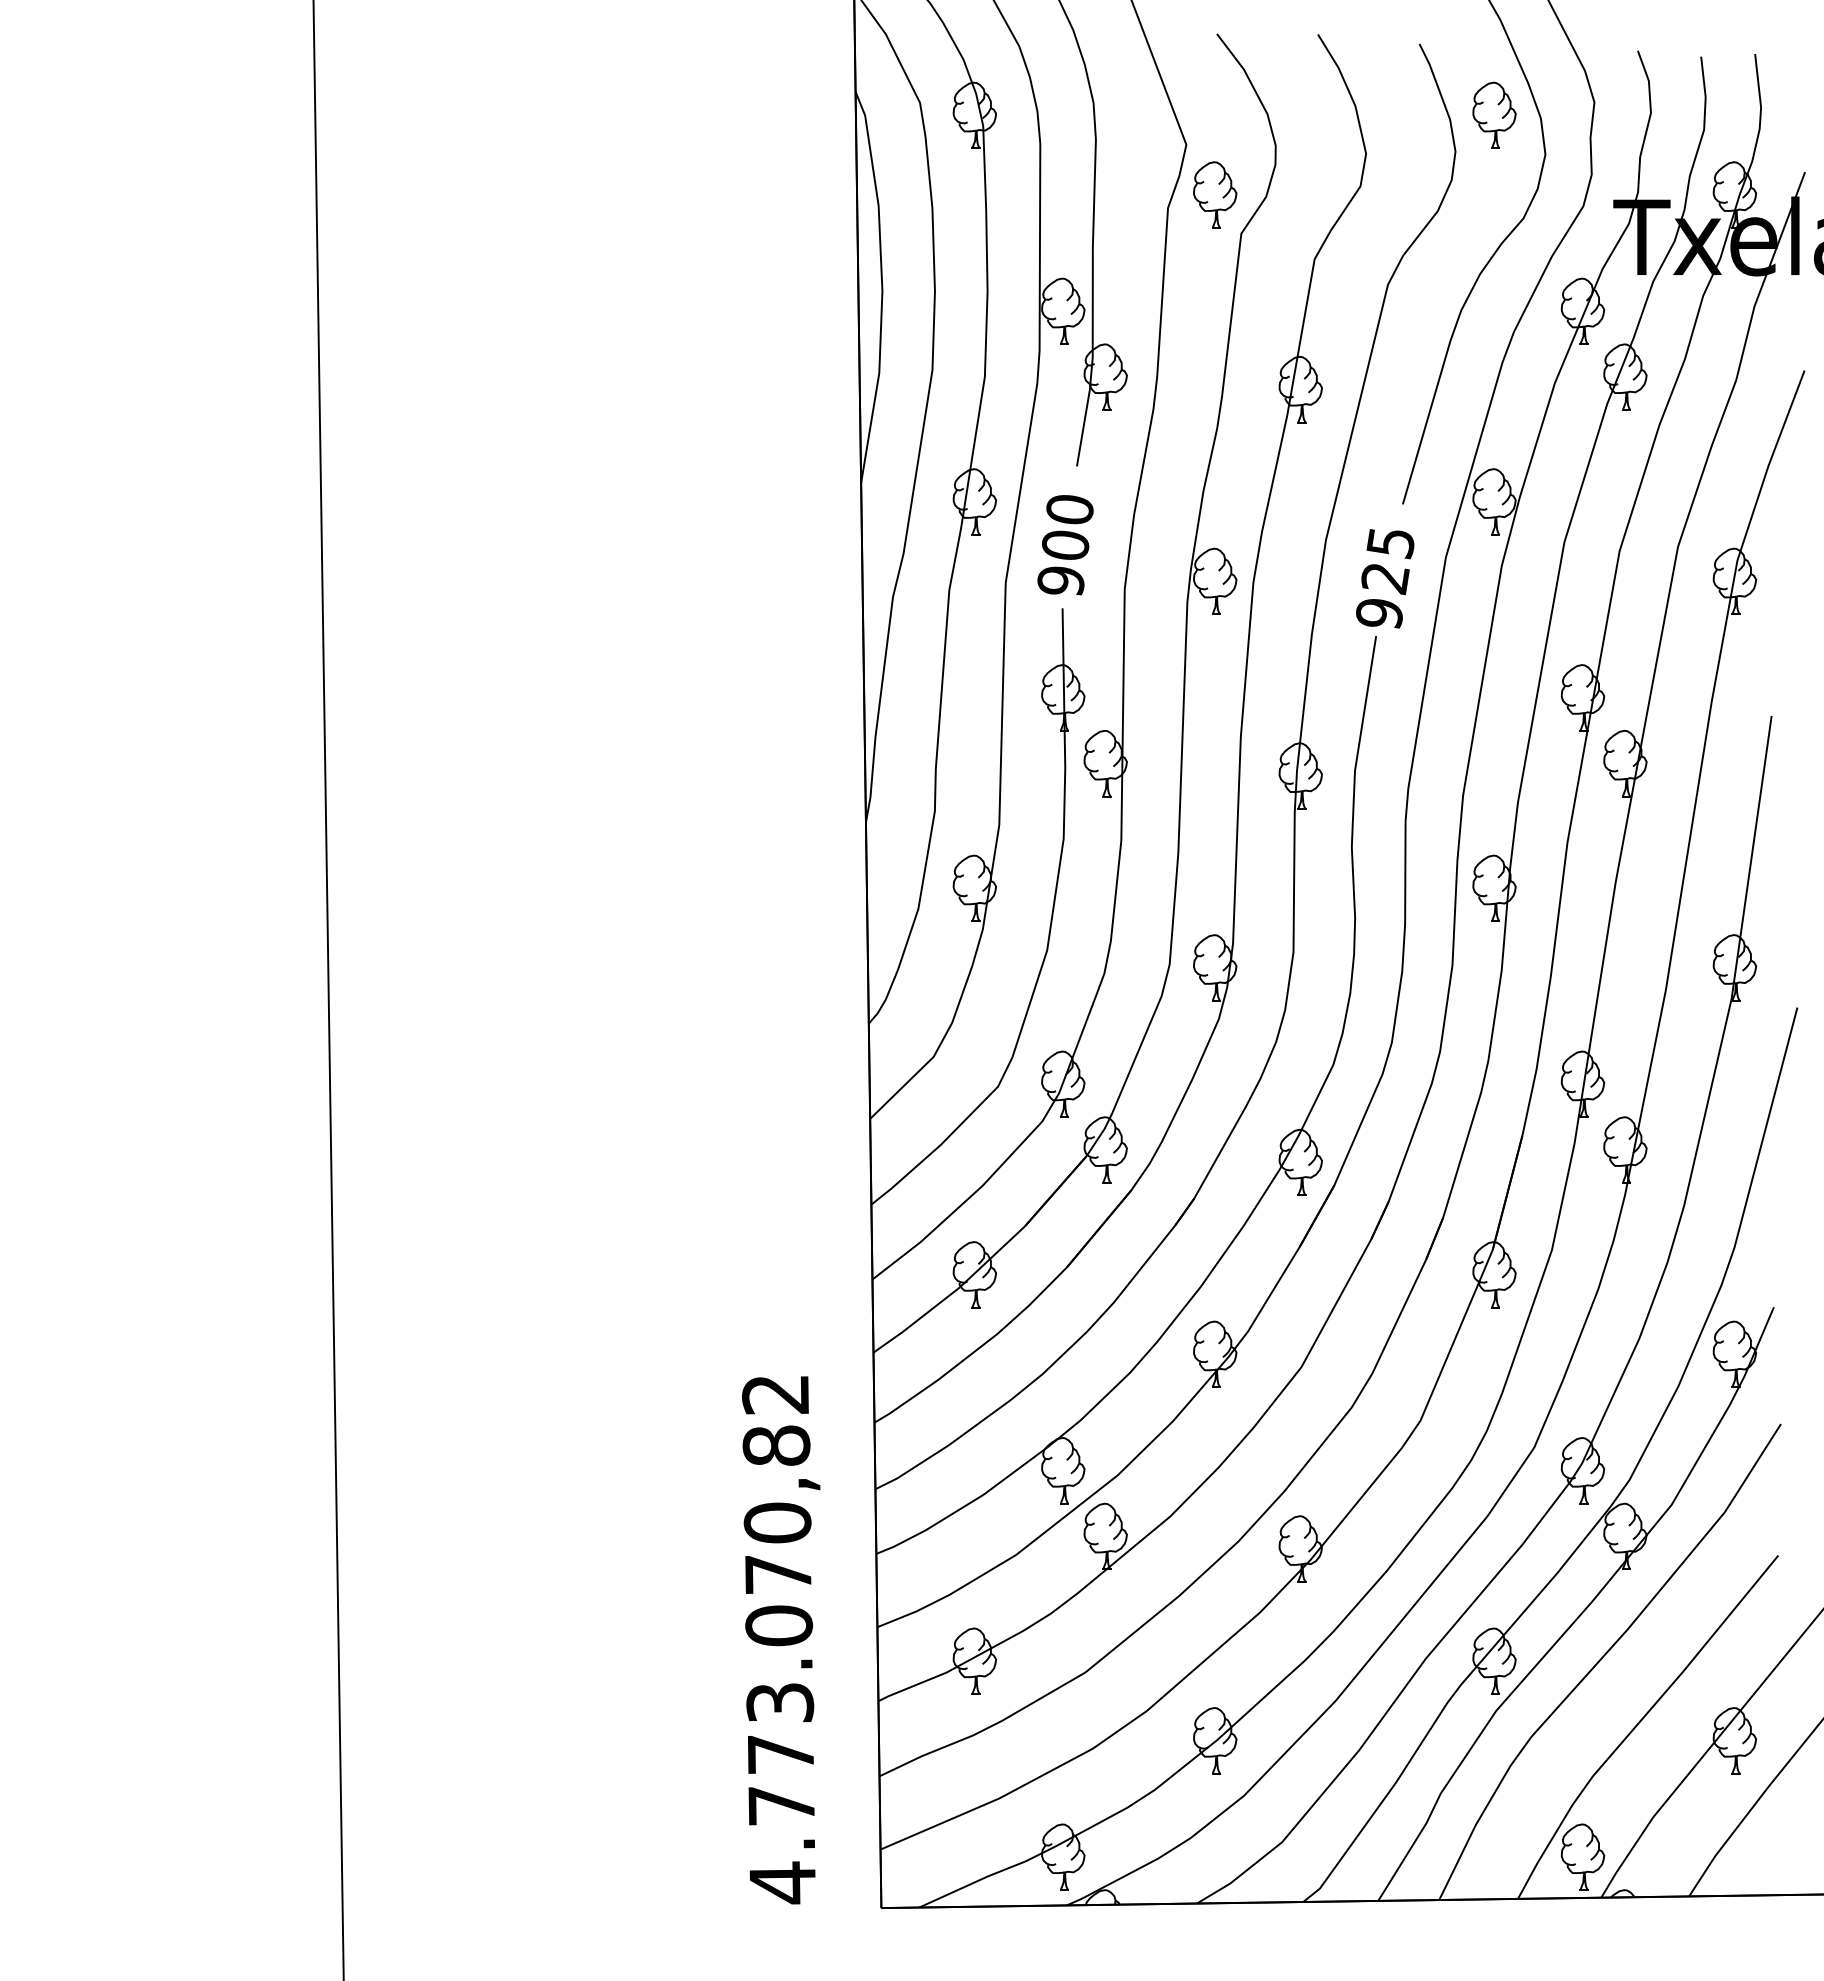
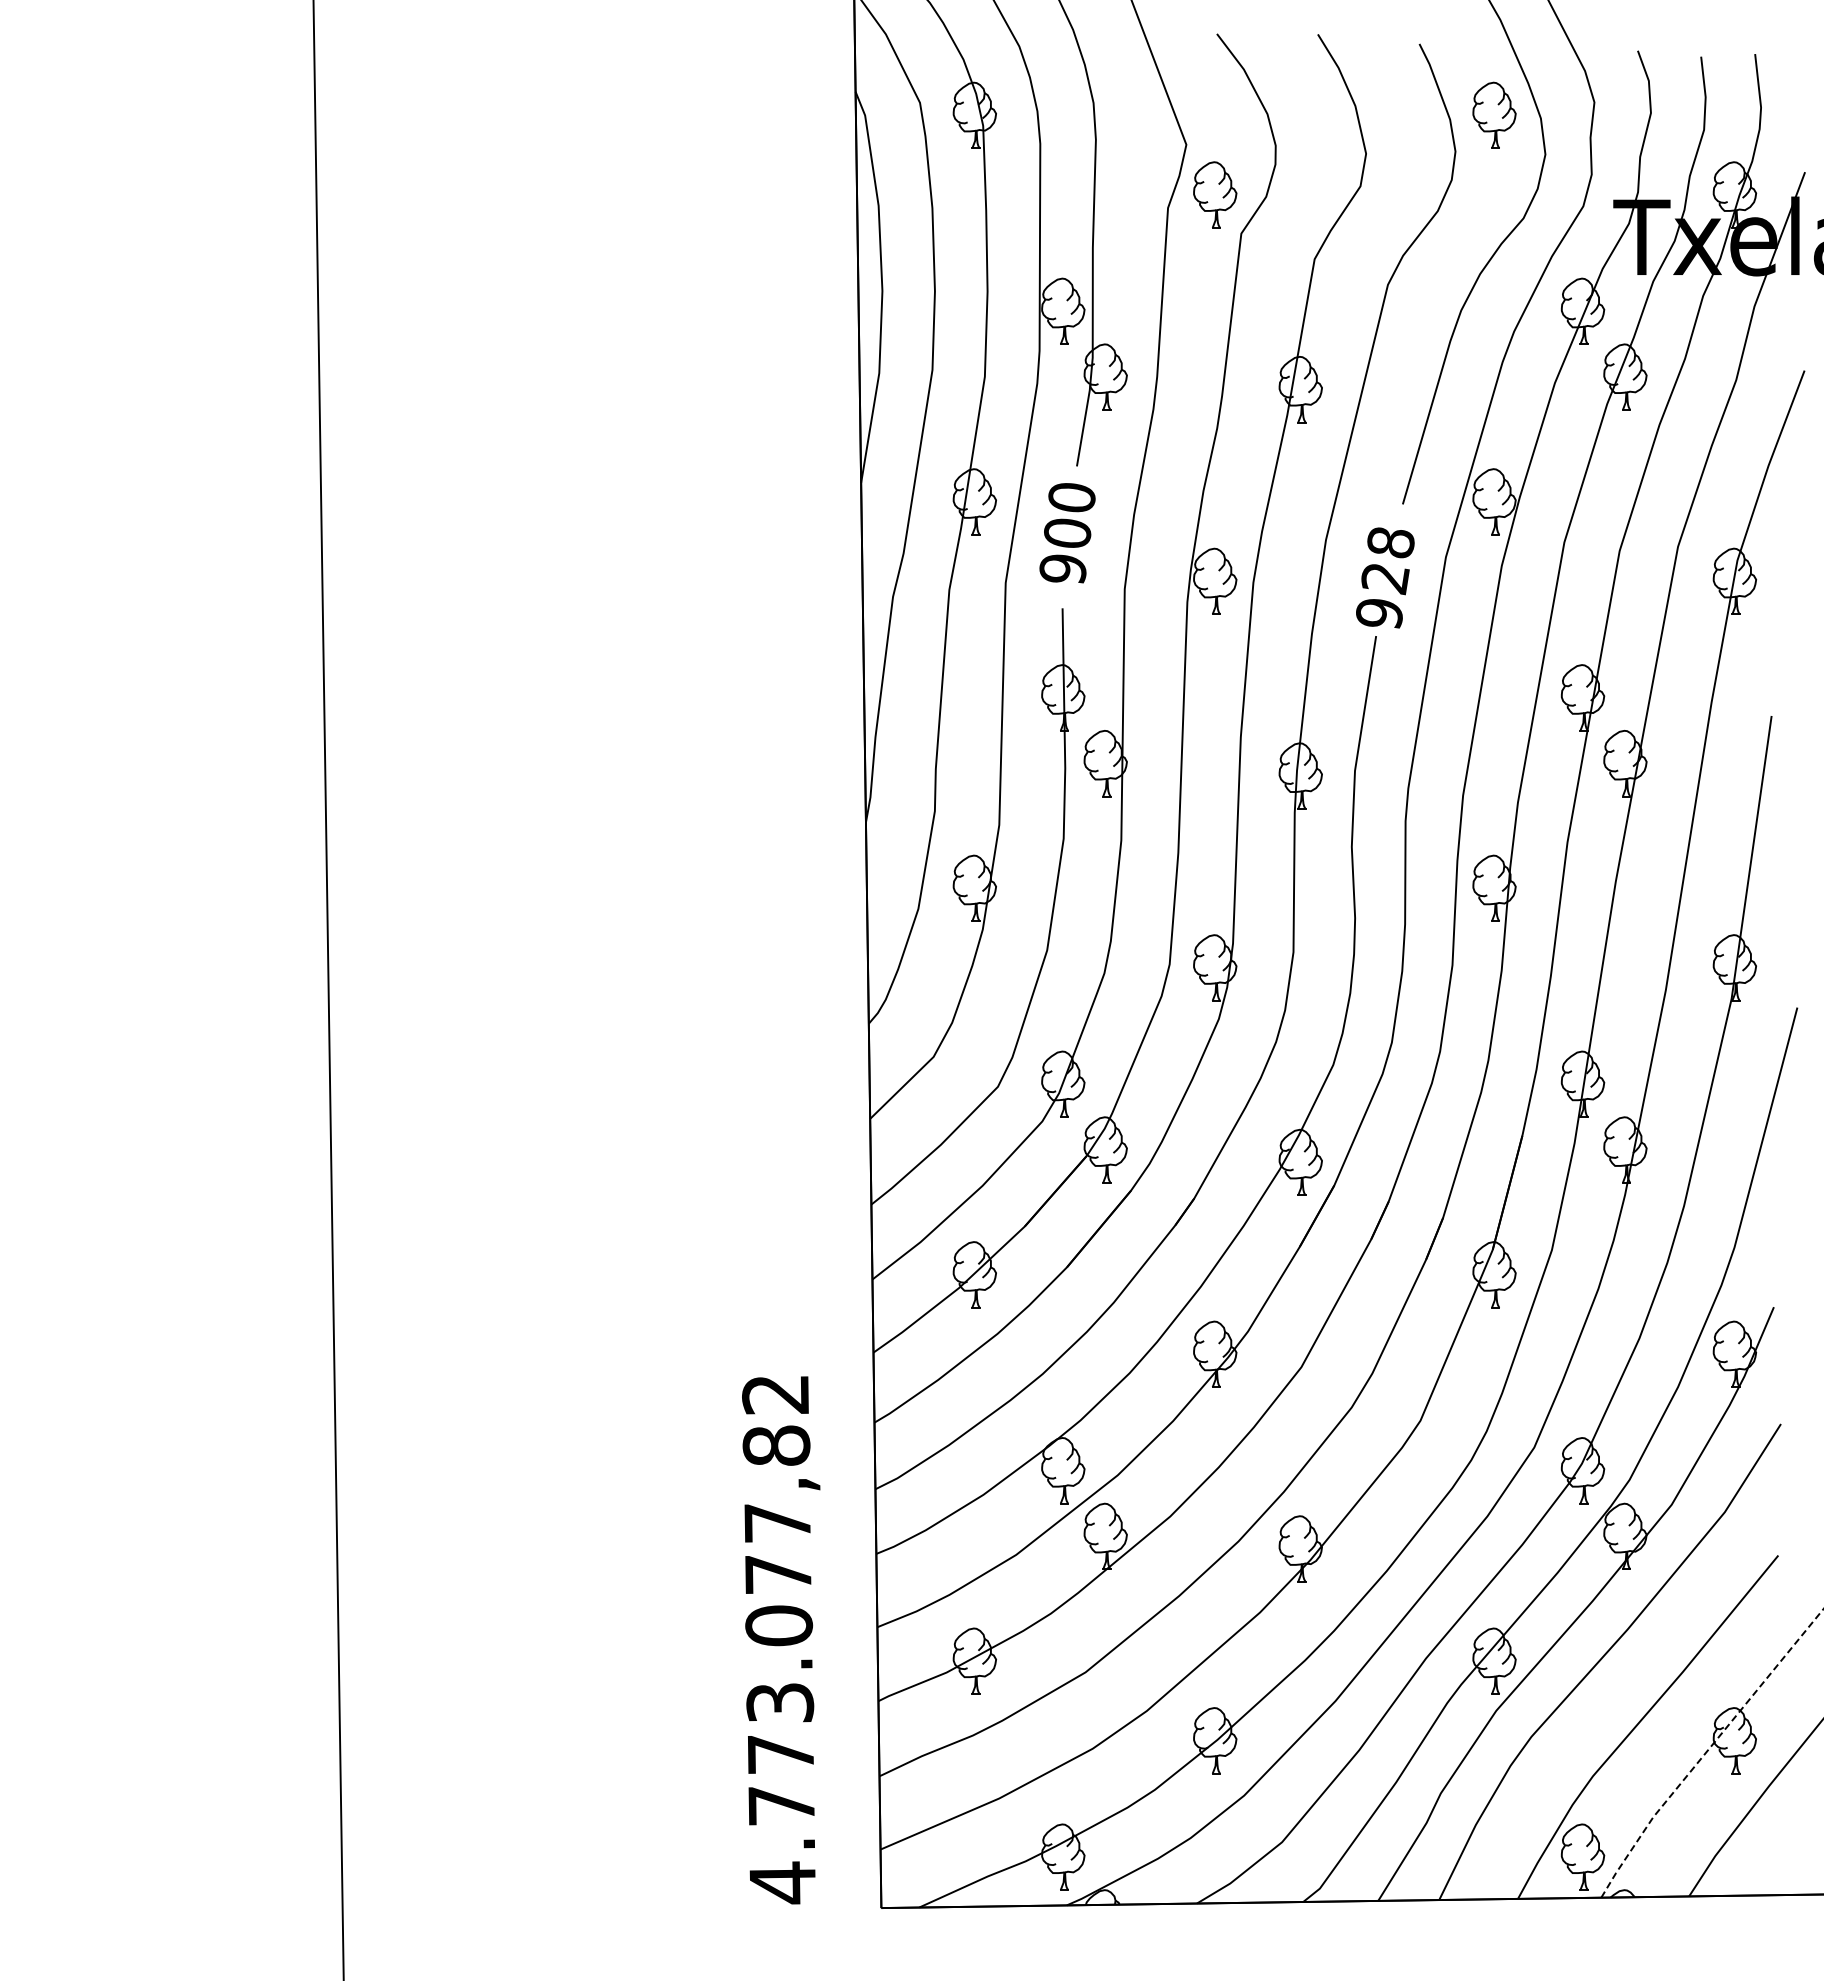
text at (1390, 543): 925 -> 928
text at (1065, 545) position: (1065, 545) -> (1067, 533)
text at (777, 1522): 4.773.070,82 -> 4.773.077,82
line at (1707, 1751): solid -> dashed
